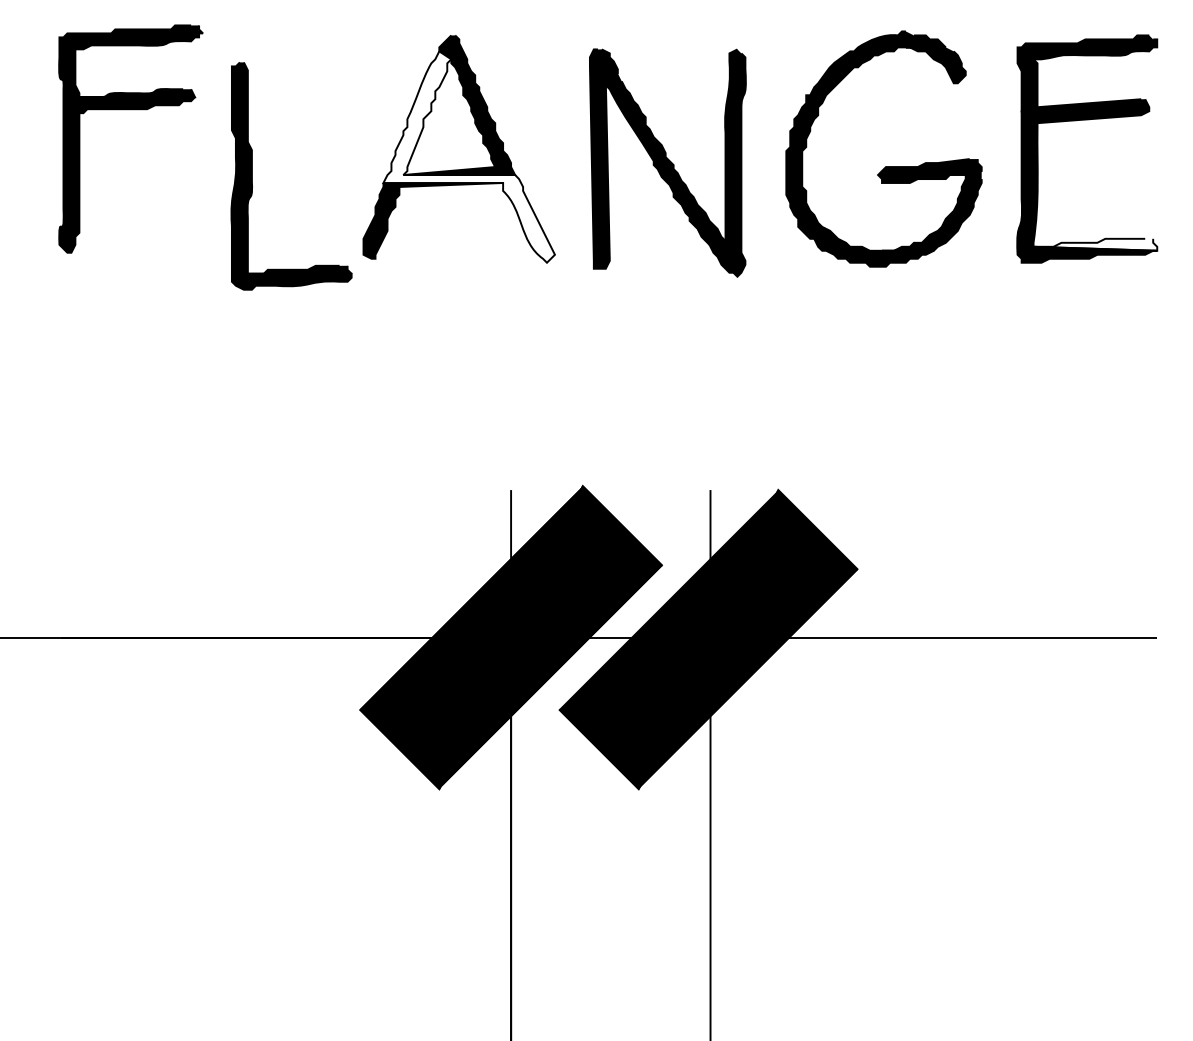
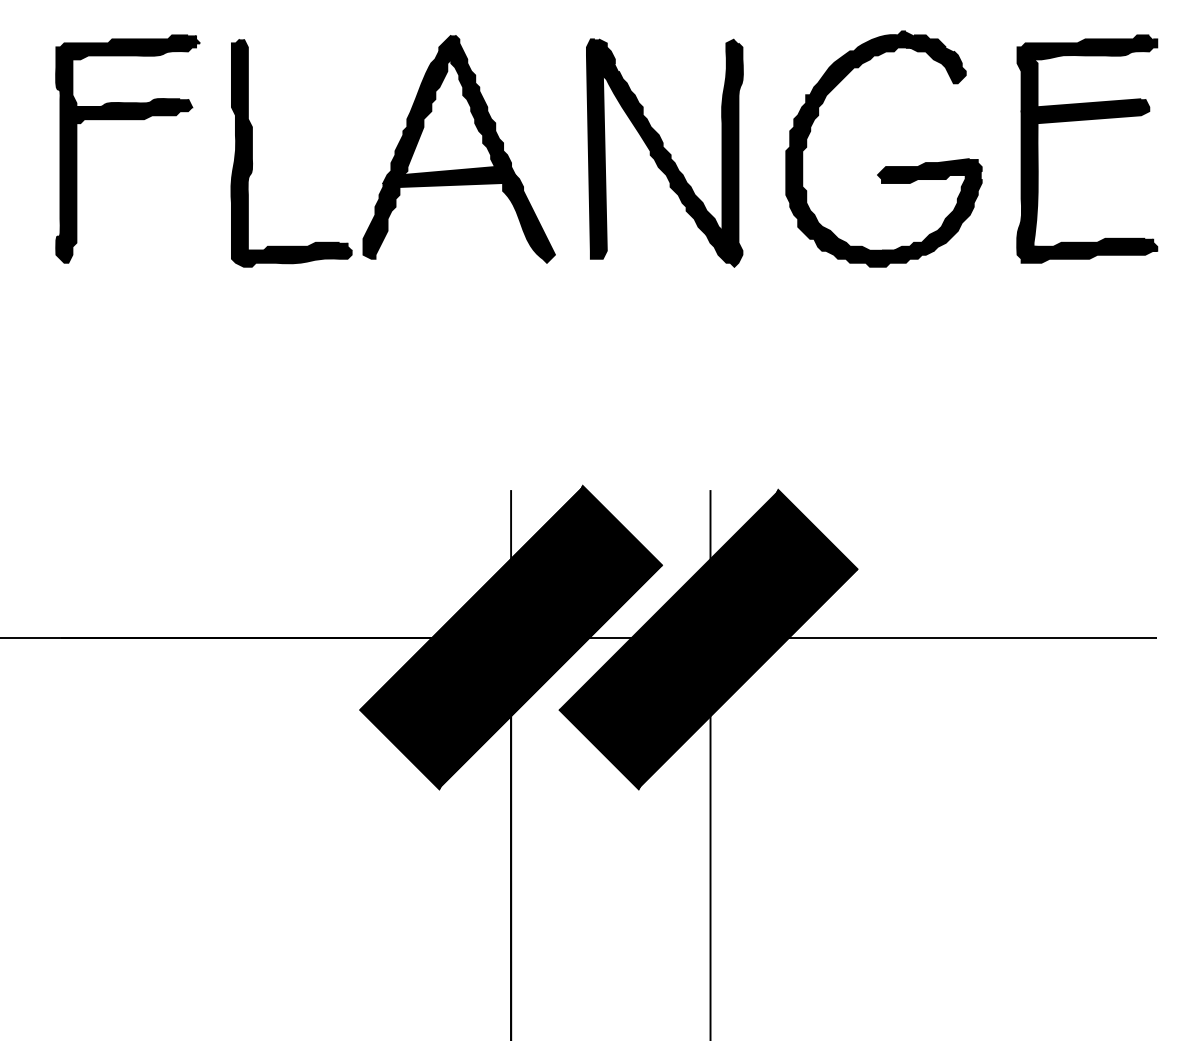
part at (130, 110) position: (130, 110) -> (127, 120)
fill at (468, 156): none -> present
part at (667, 162) position: (667, 162) -> (664, 152)
part at (252, 176) position: (252, 176) -> (252, 153)
fill at (1095, 244): none -> present
